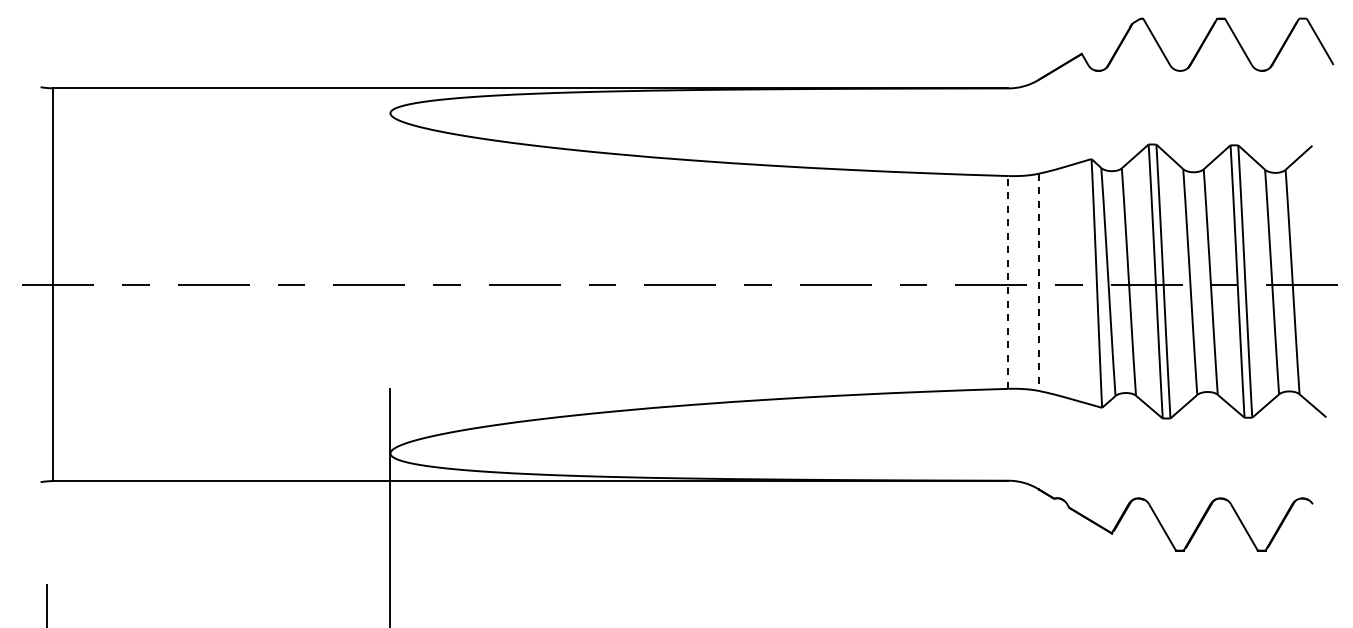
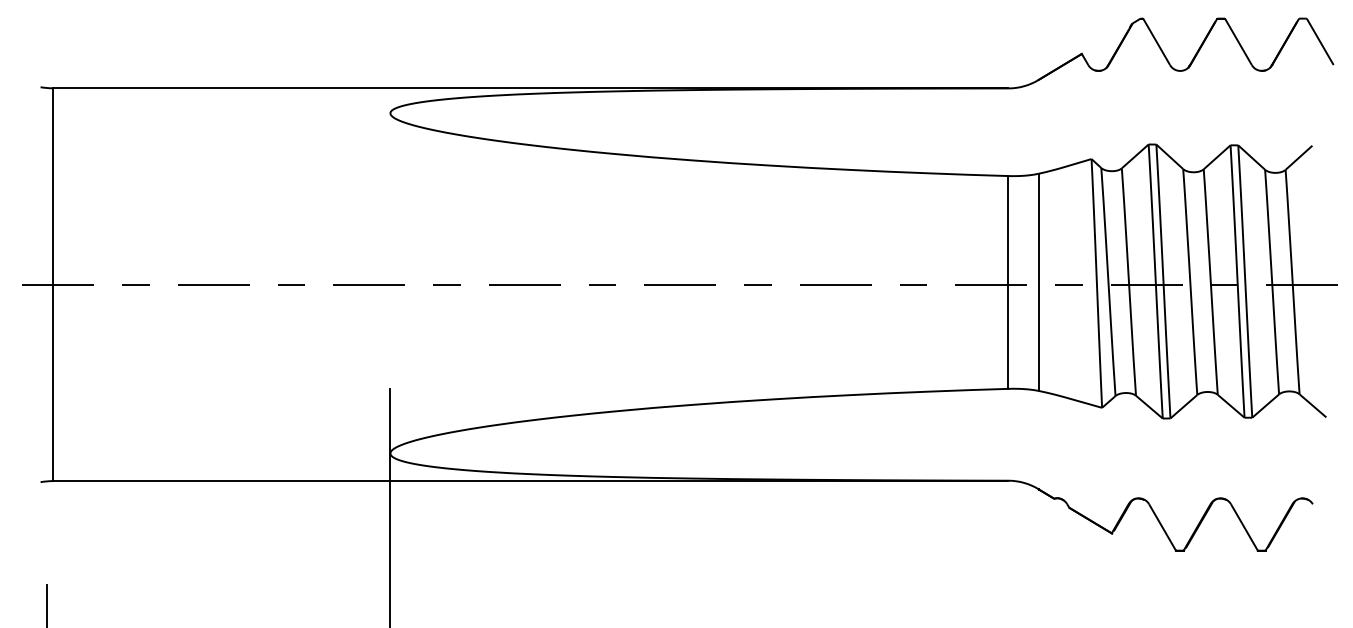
line at (1008, 281): dashed -> solid
line at (1038, 282): dashed -> solid
